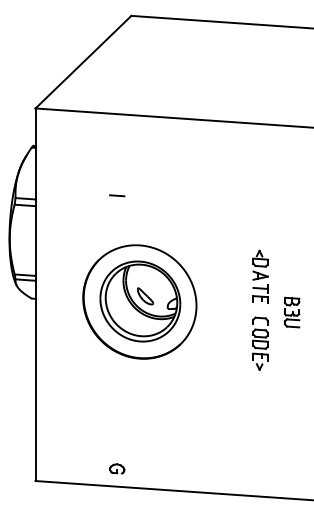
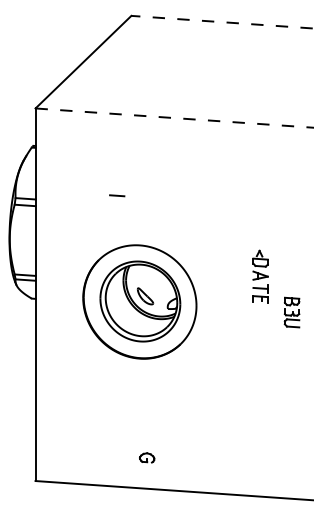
line at (221, 22): solid -> dashed
line at (174, 118): solid -> dashed
part at (260, 343): present -> none
part at (117, 468) position: (117, 468) -> (147, 457)
